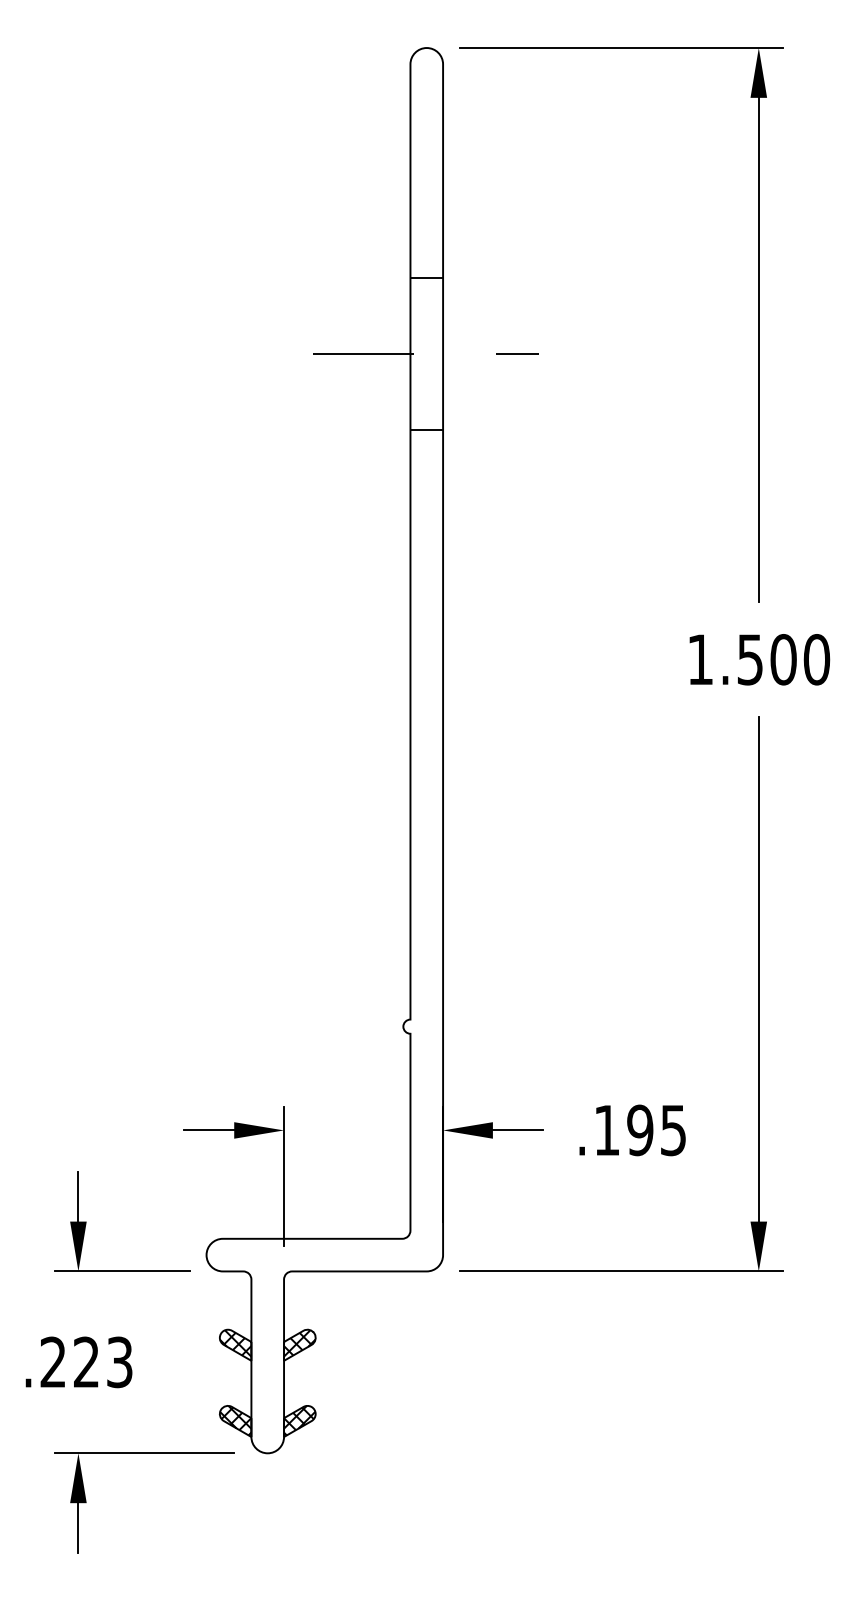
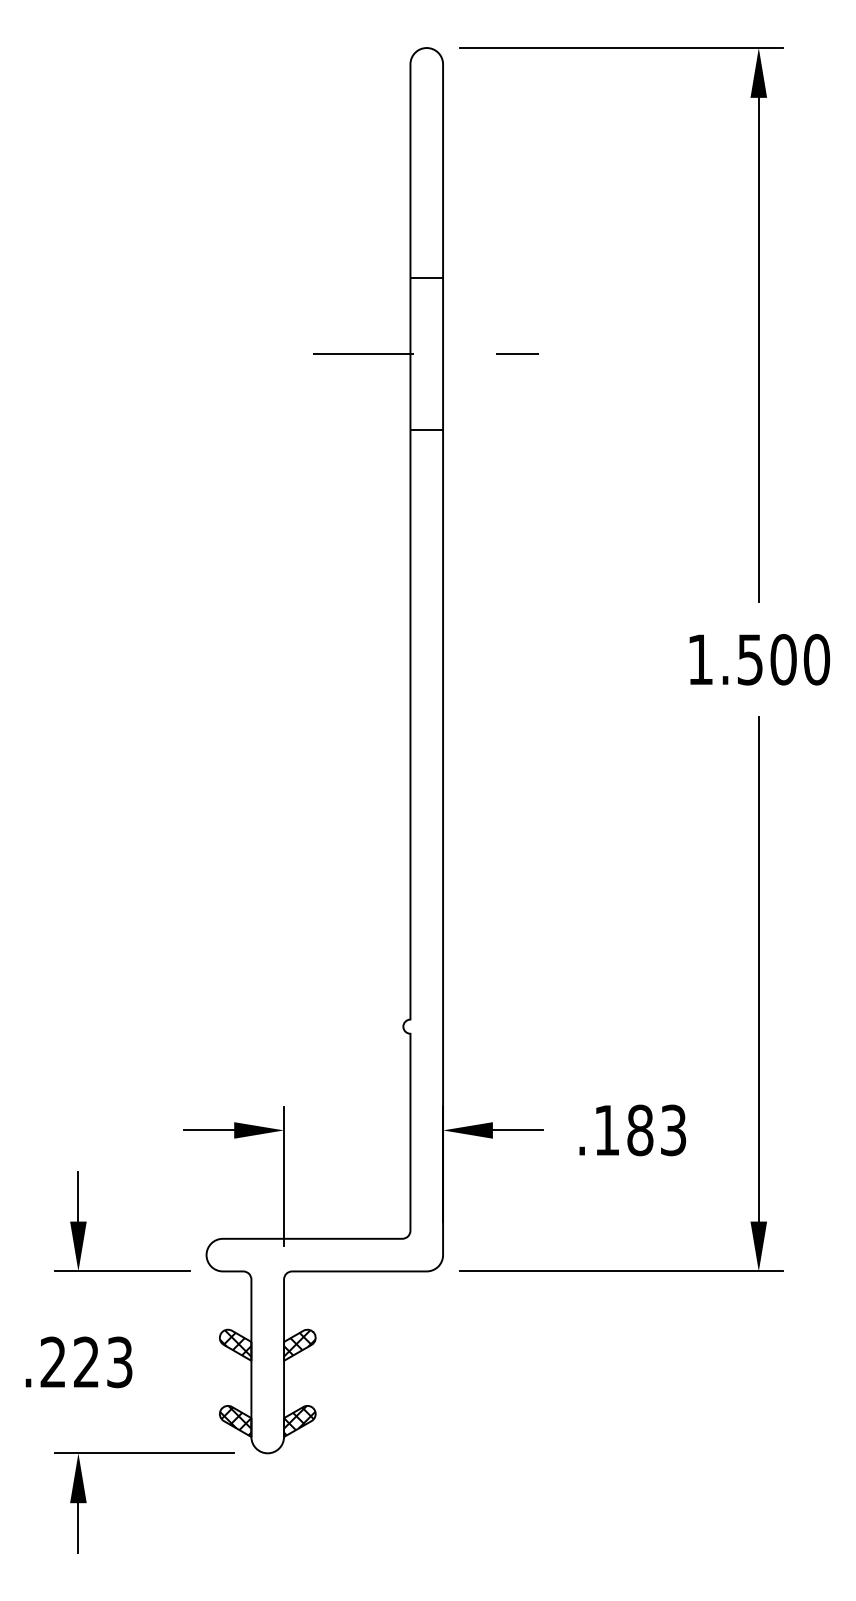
text at (656, 1130): .195 -> .183
